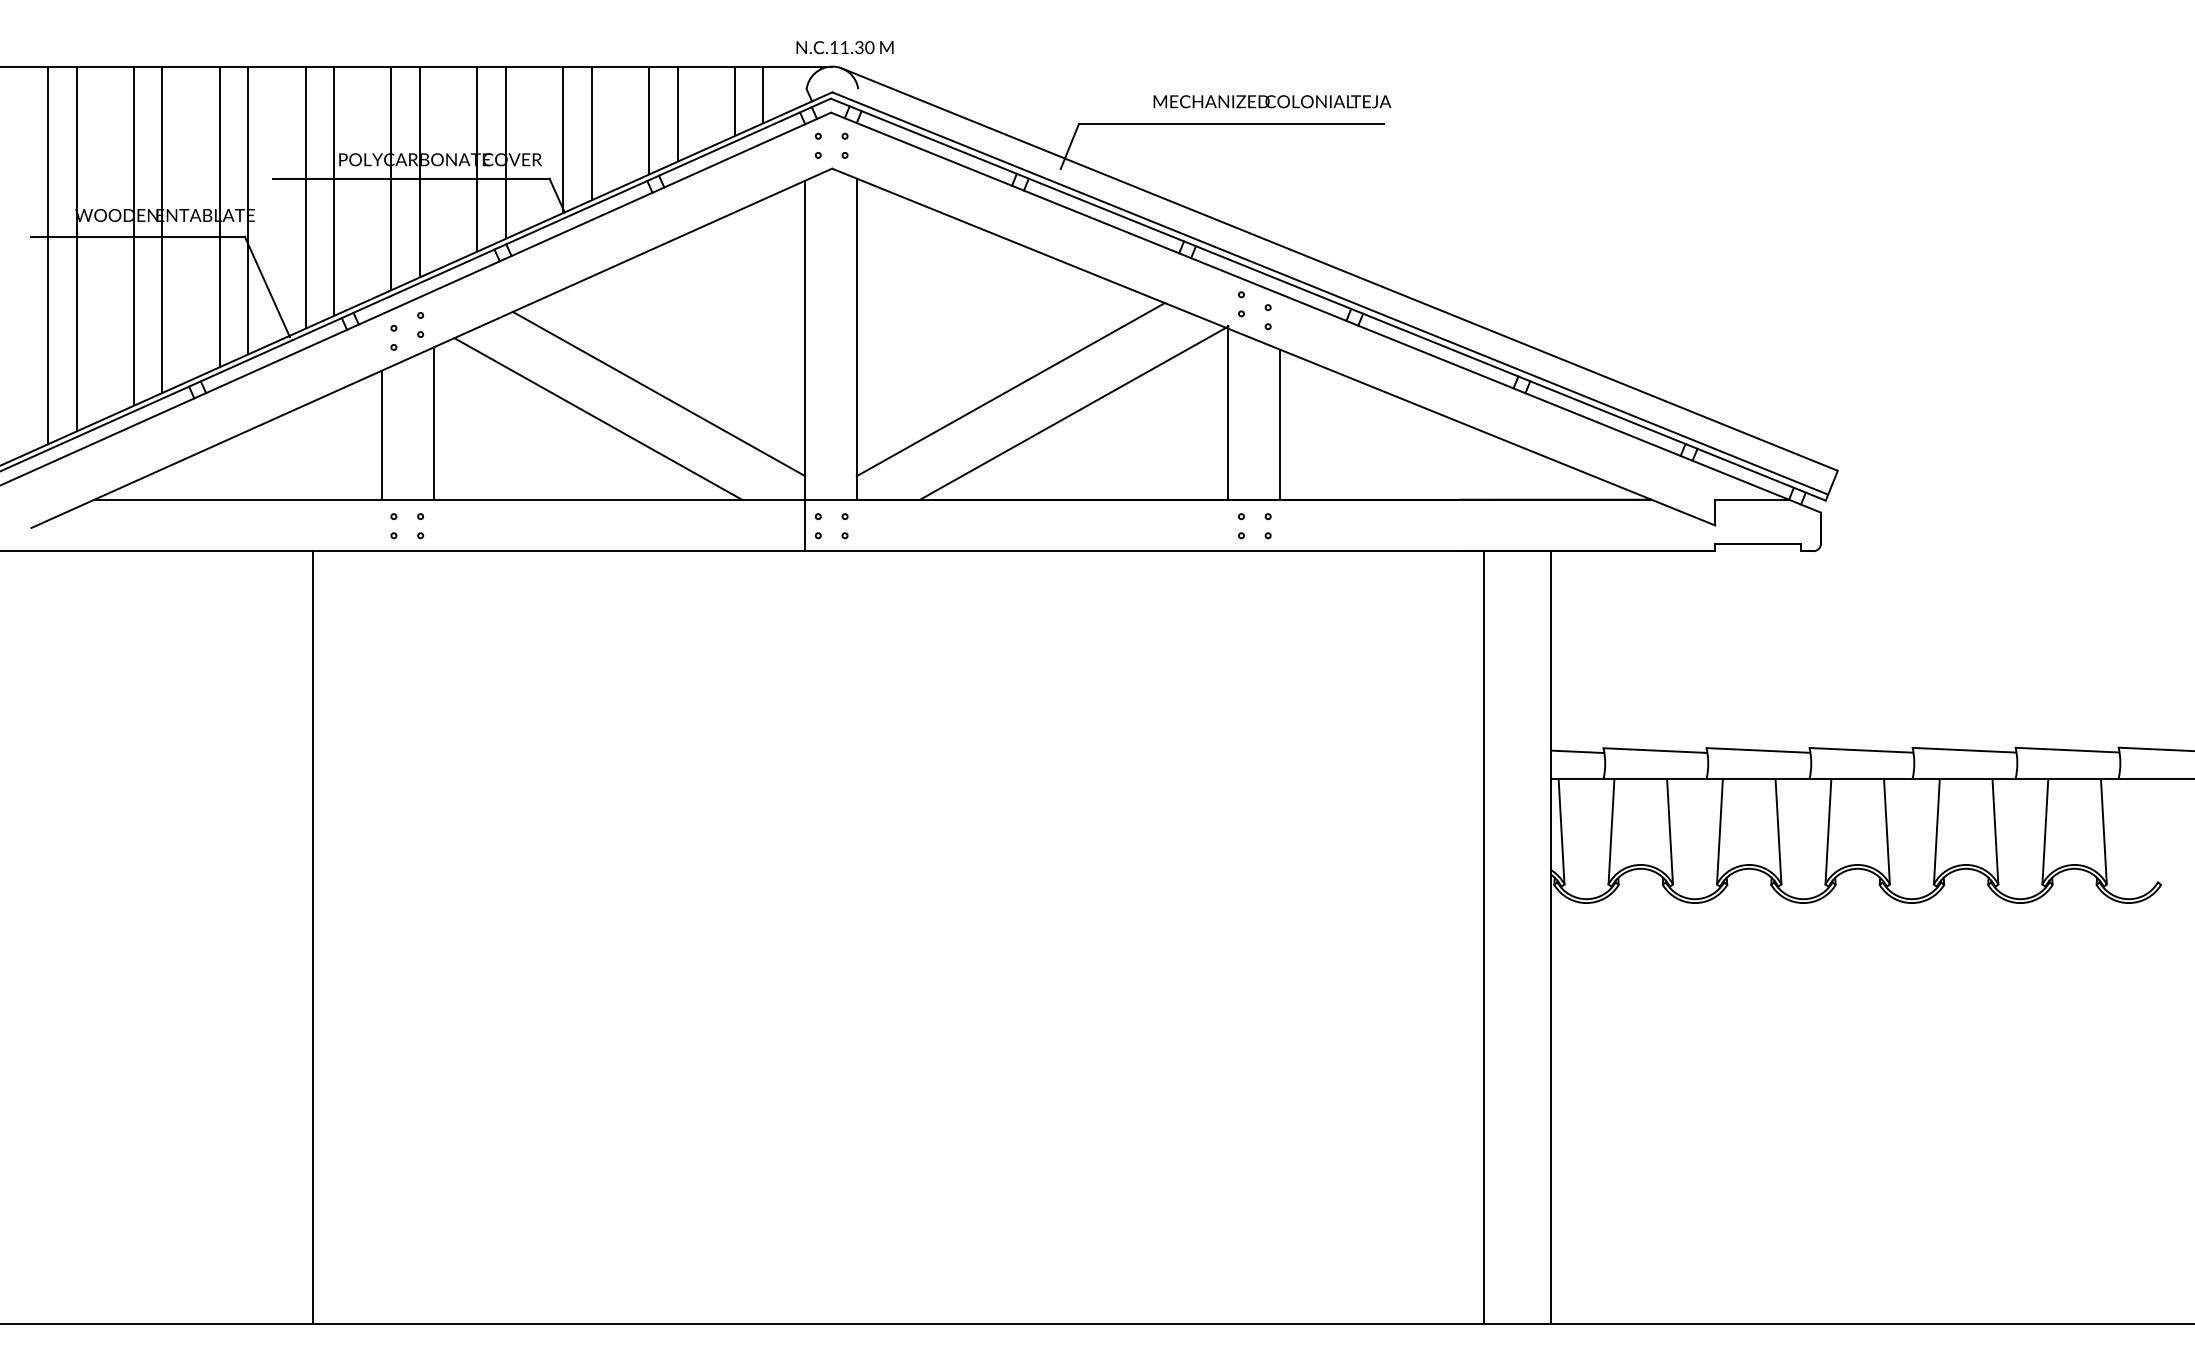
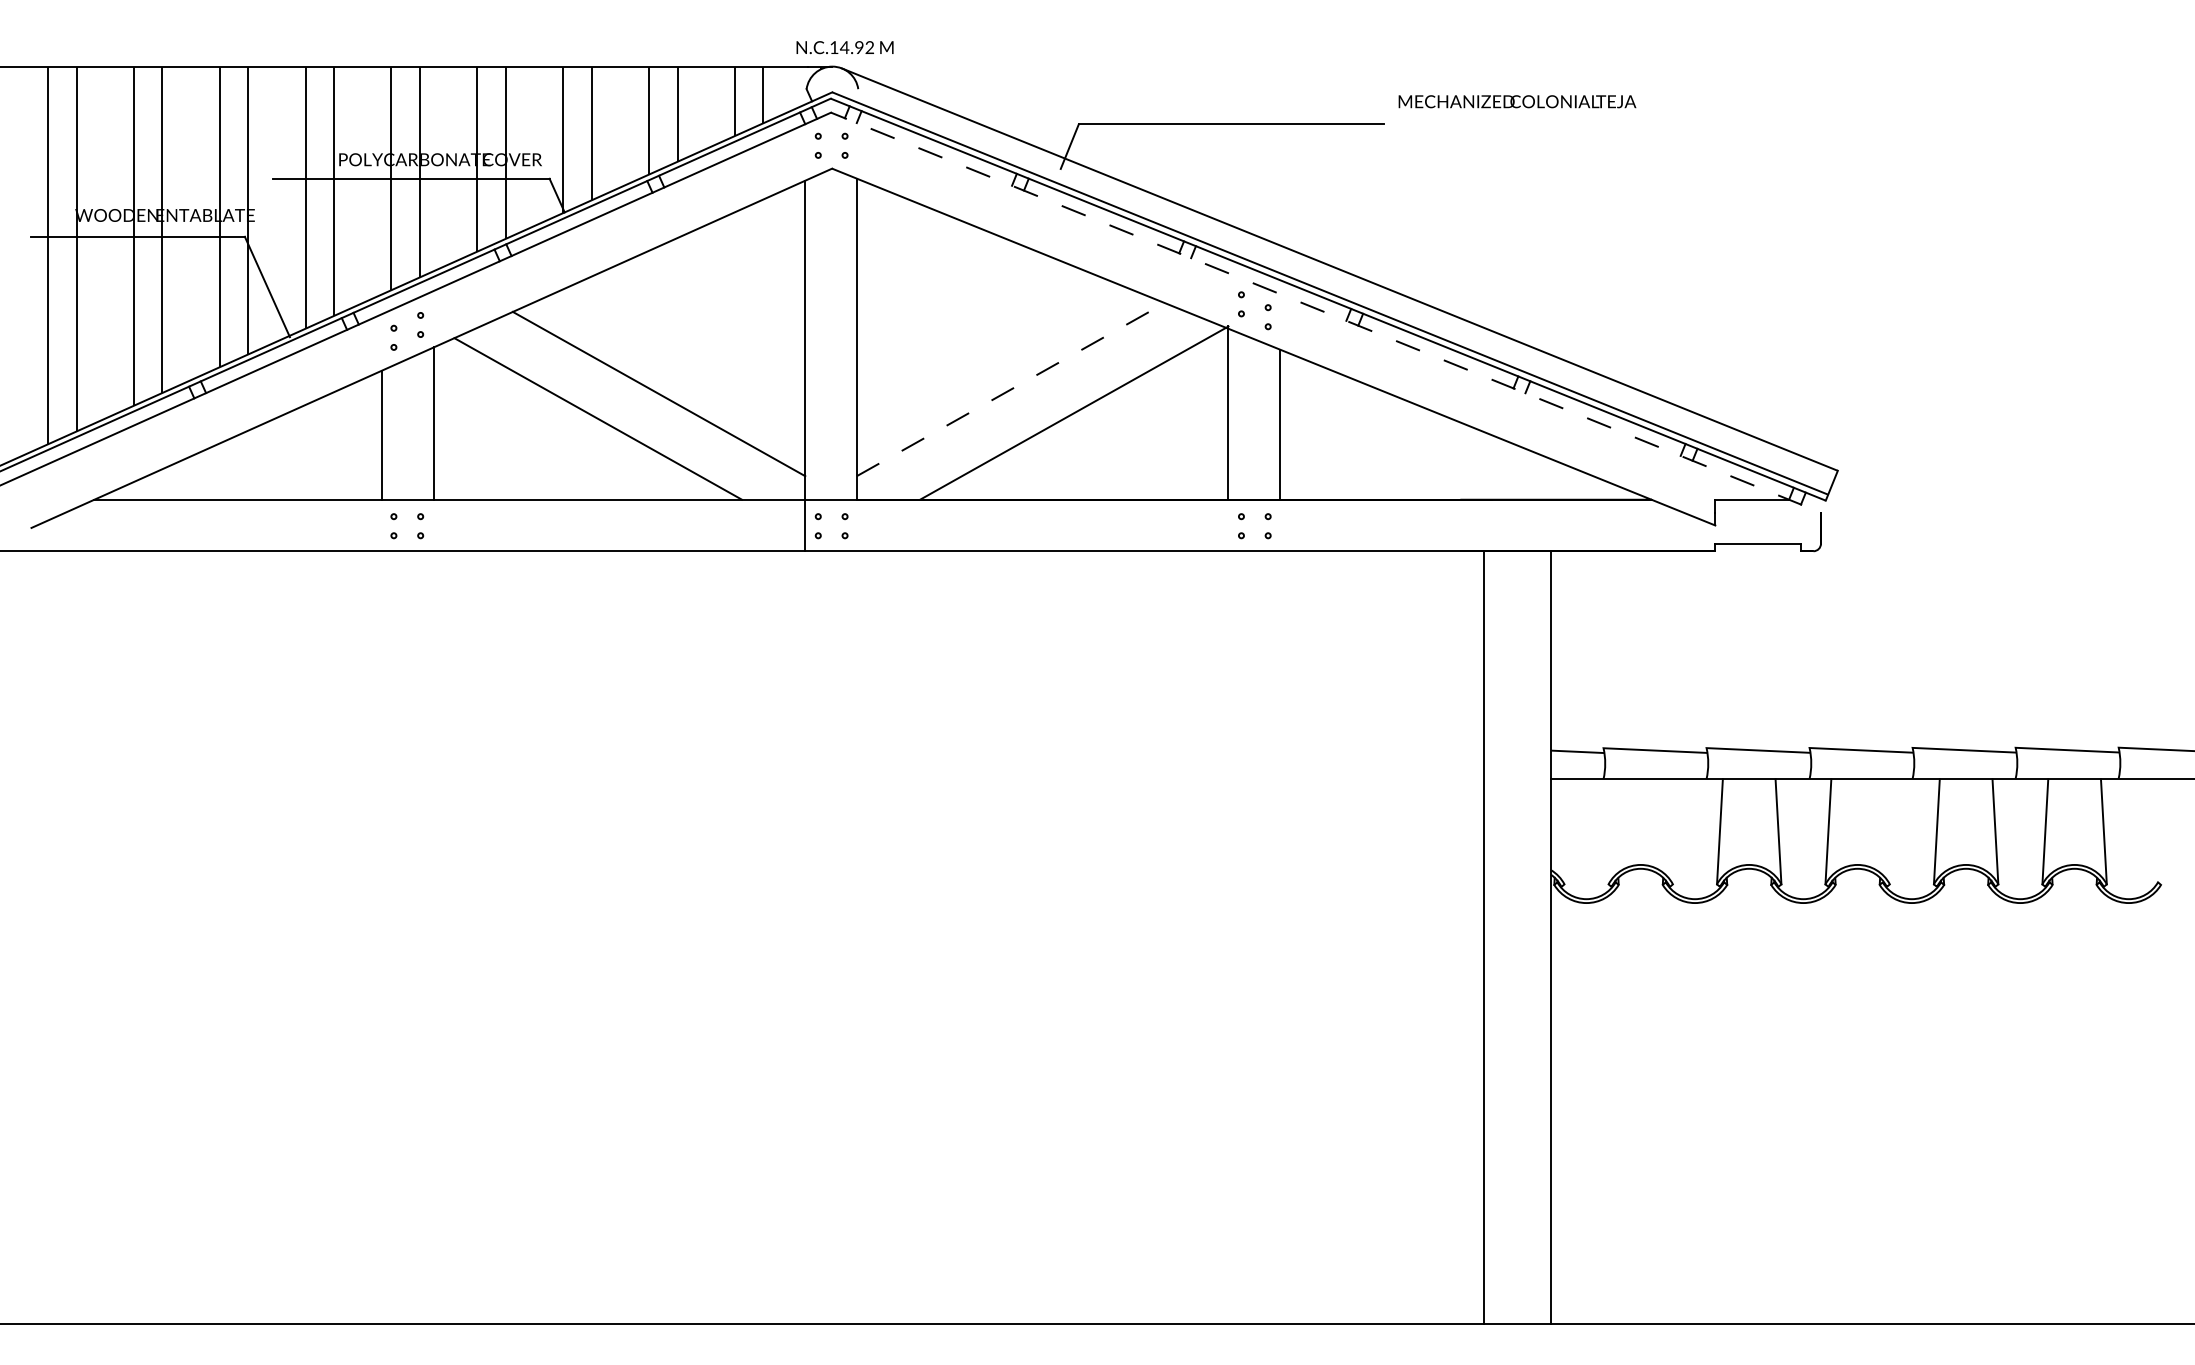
text at (856, 47): N.C.11.30 -> N.C.14.92
text at (1272, 101) position: (1272, 101) -> (1517, 101)
line at (1340, 318): solid -> dashed
line at (1010, 389): solid -> dashed
line at (1561, 831): present -> none
line at (1611, 831): present -> none
line at (1669, 831): present -> none
line at (1886, 831): present -> none
line at (313, 937): present -> none
